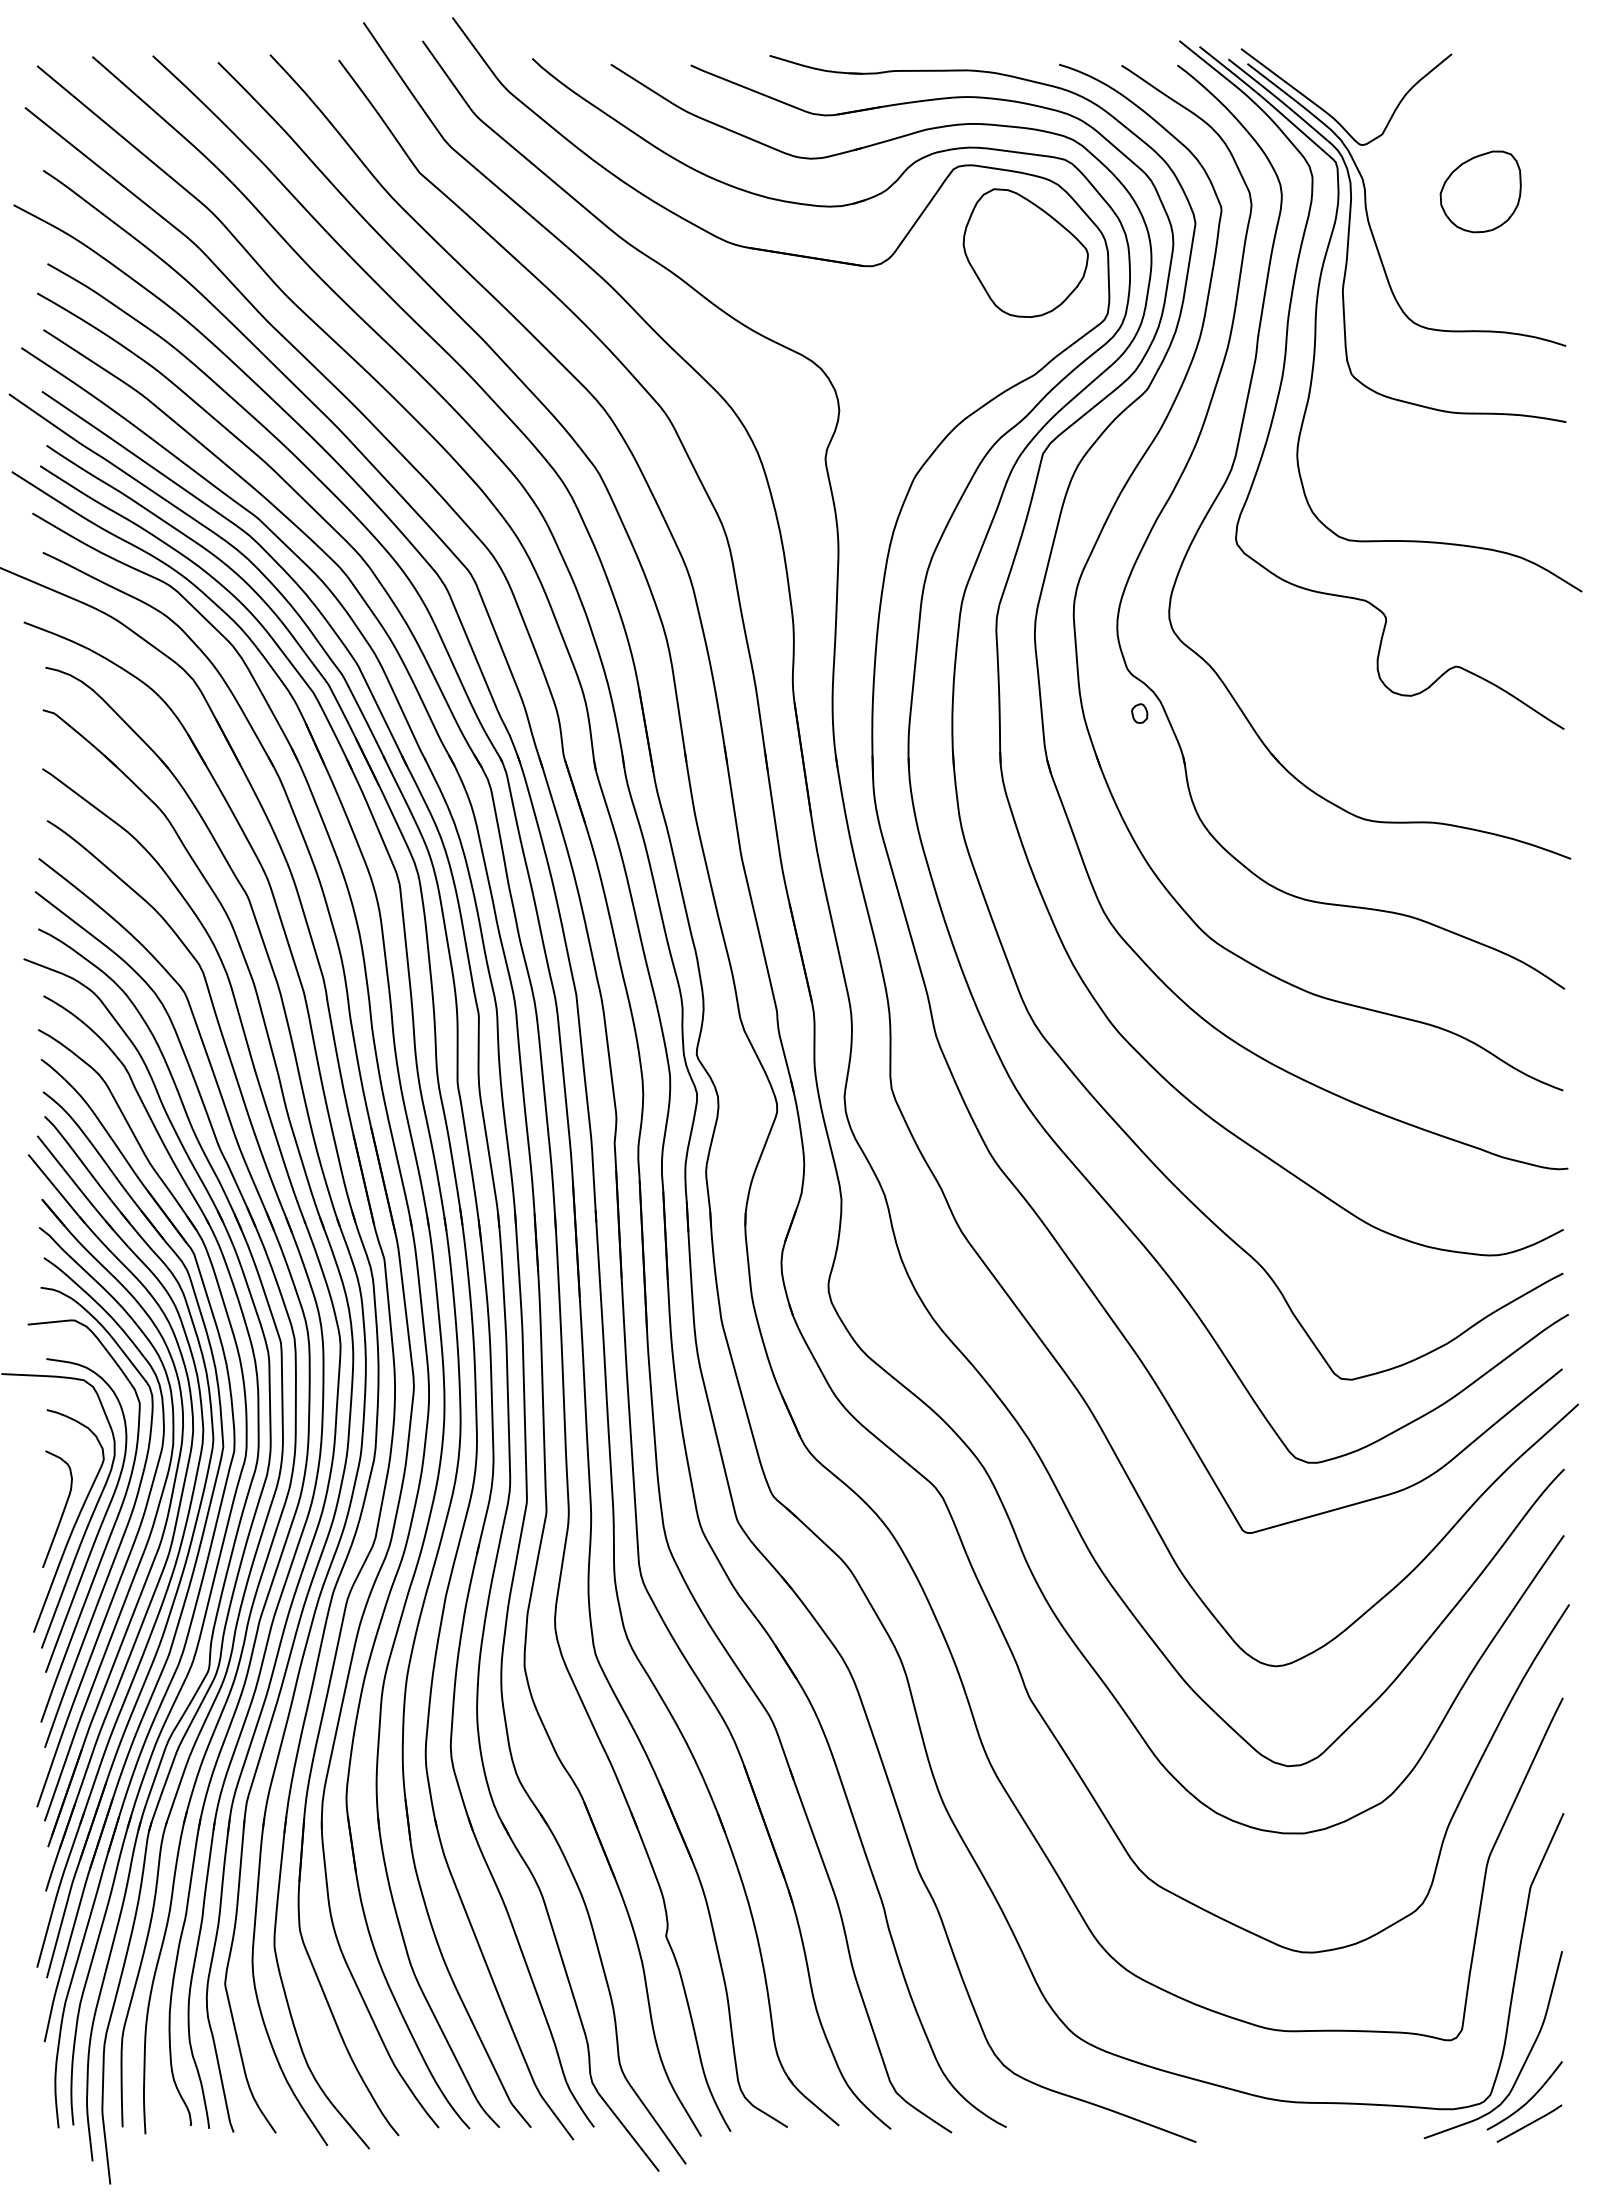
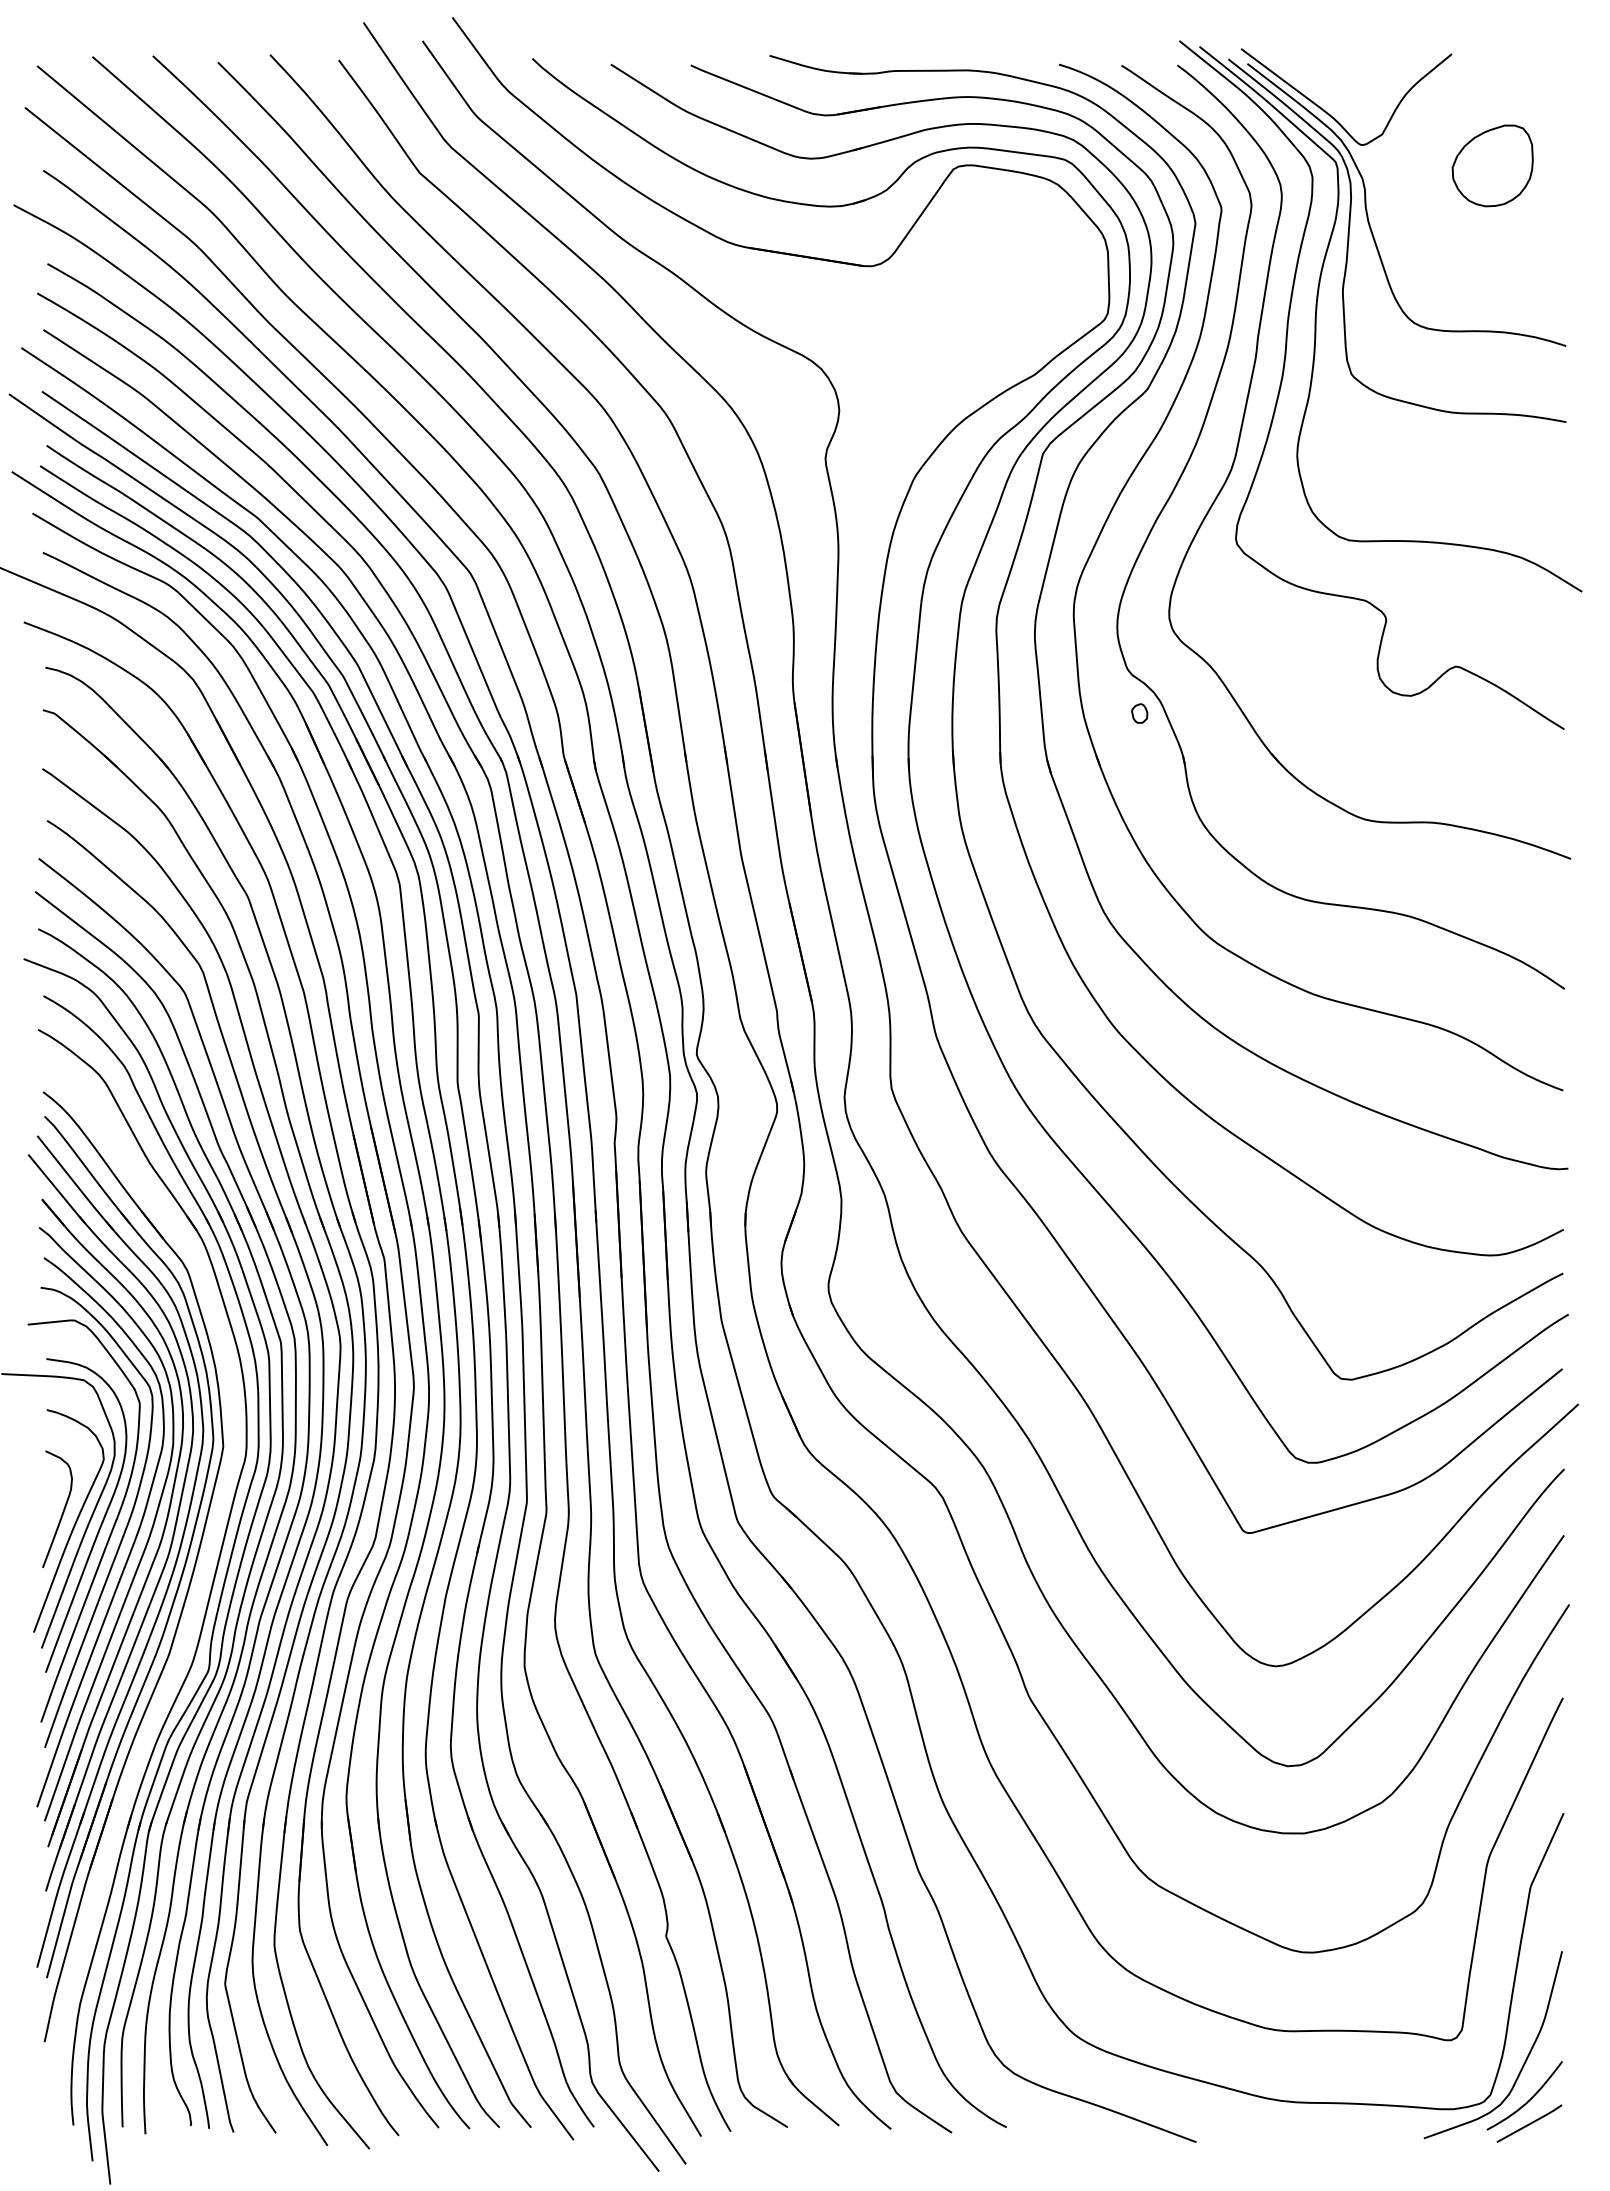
part at (1480, 191) position: (1480, 191) -> (1492, 165)
part at (1025, 252): present -> none
part at (193, 1609): present -> none
